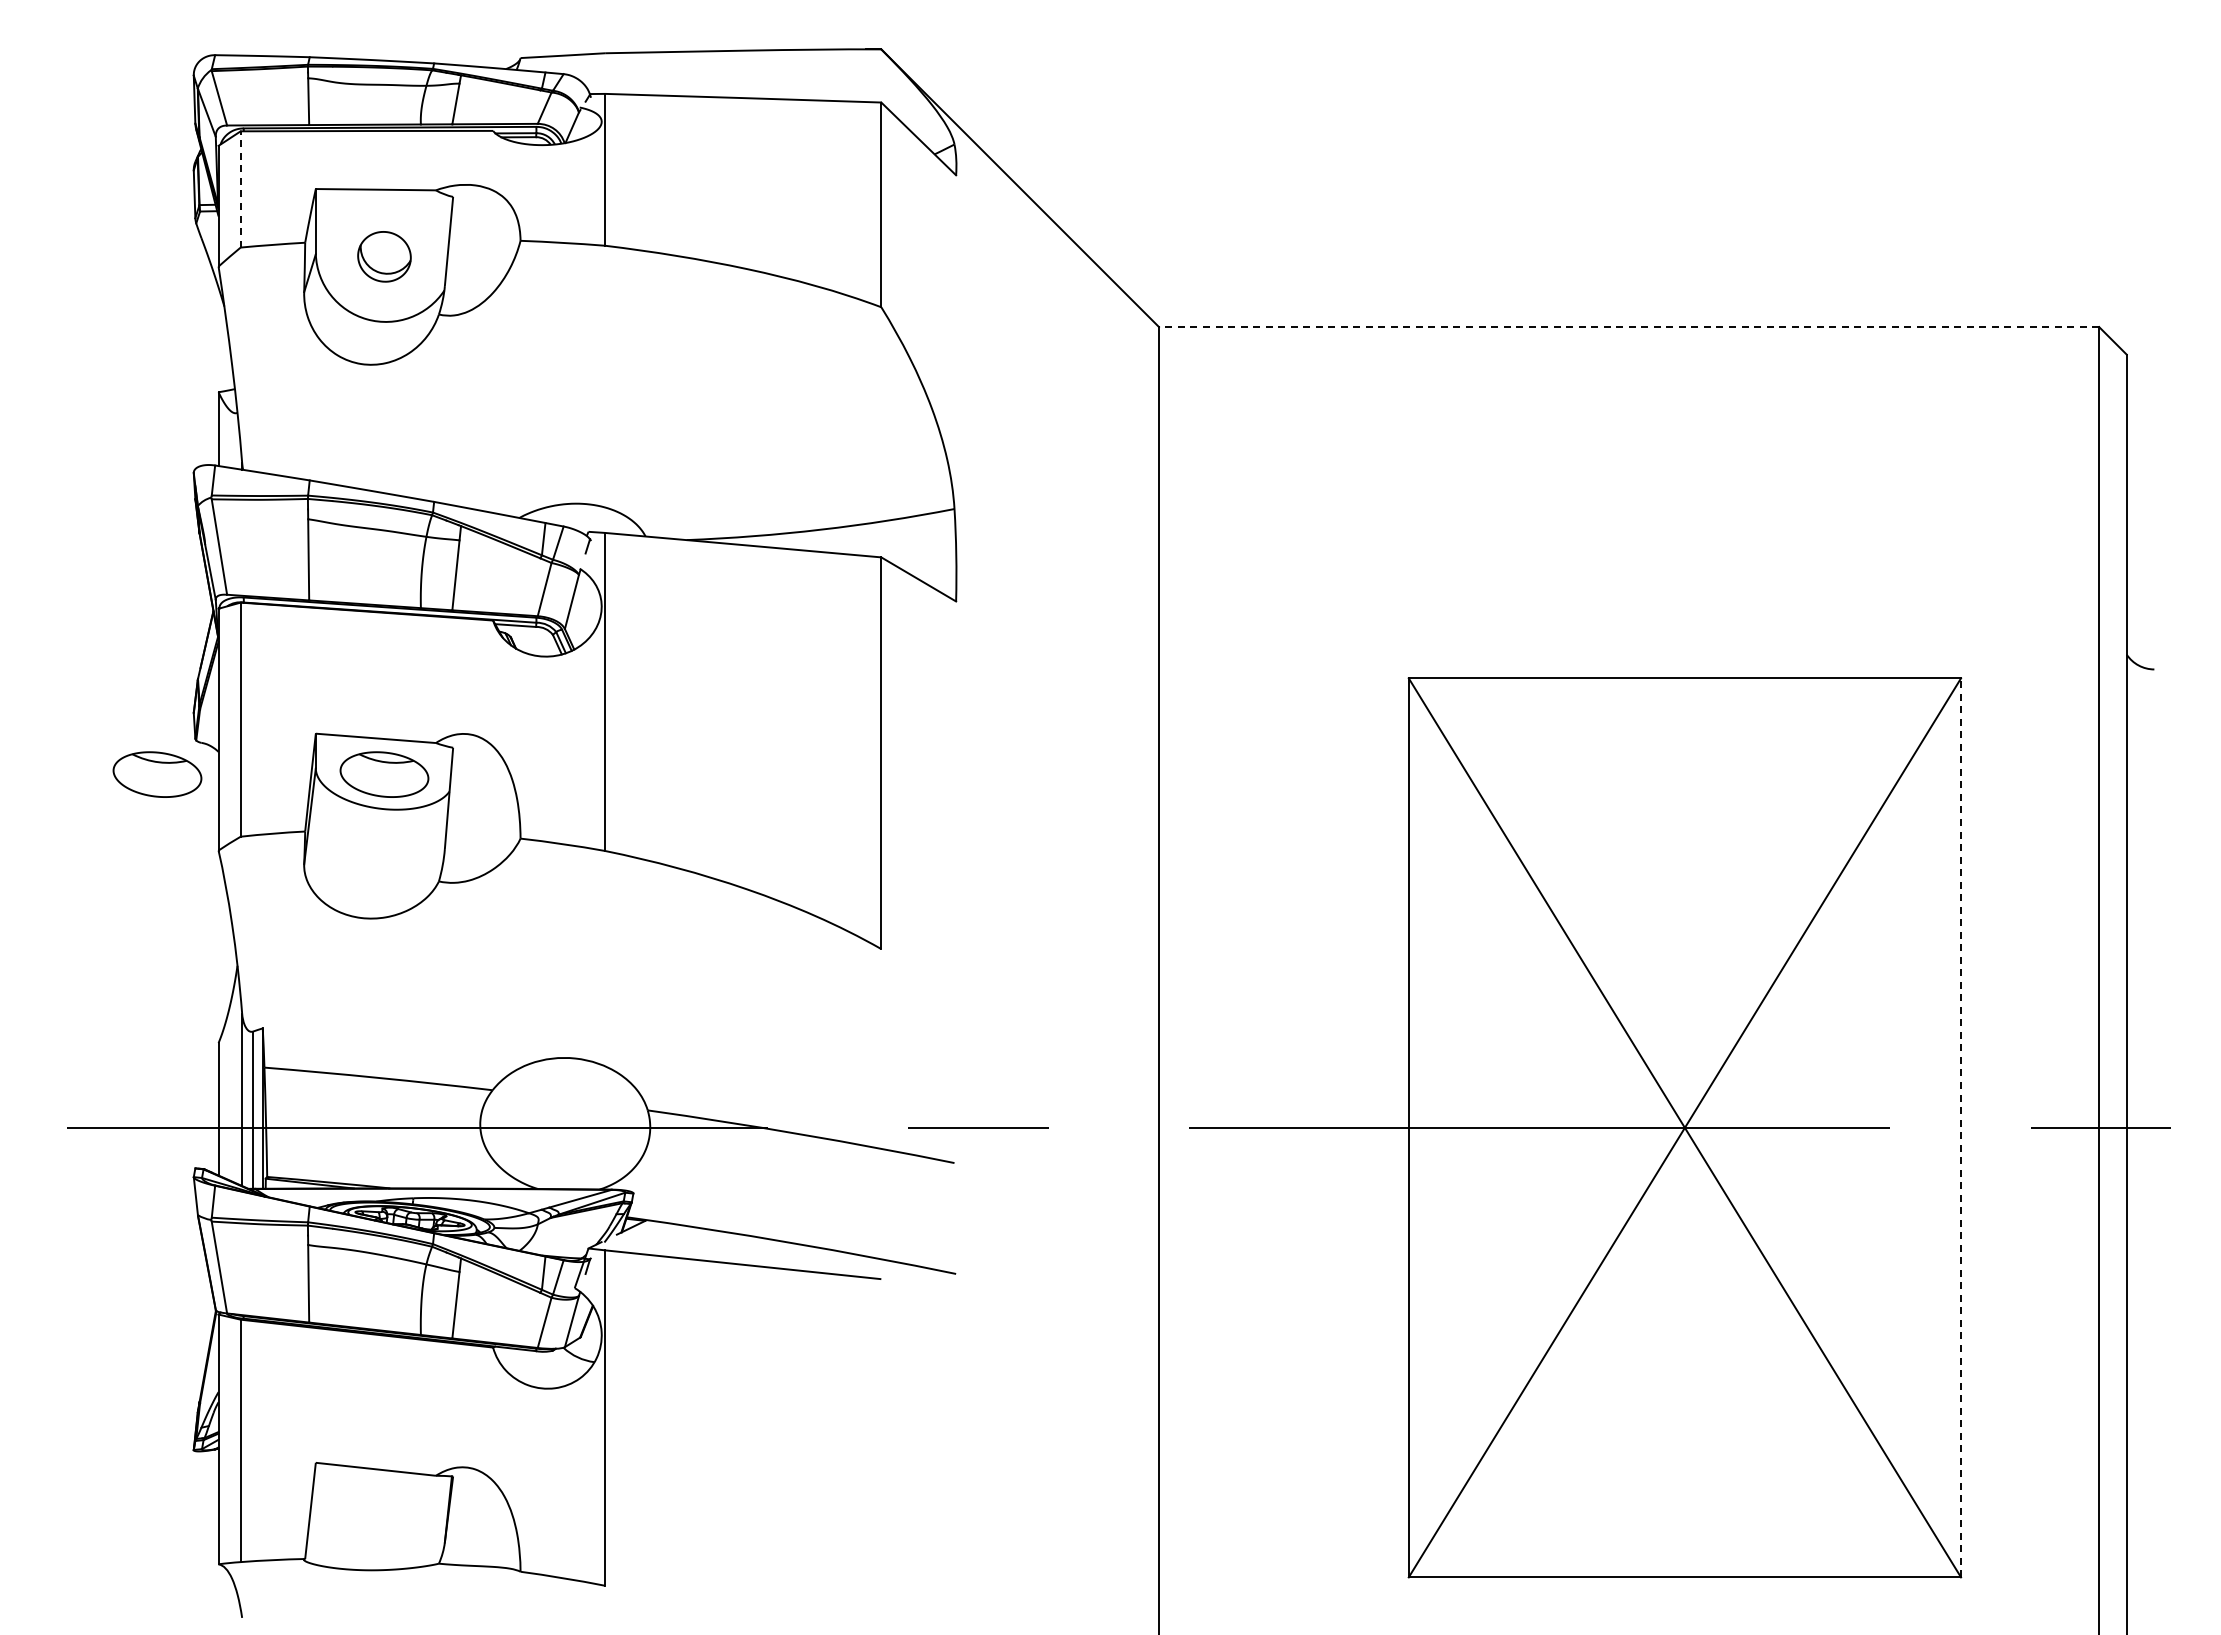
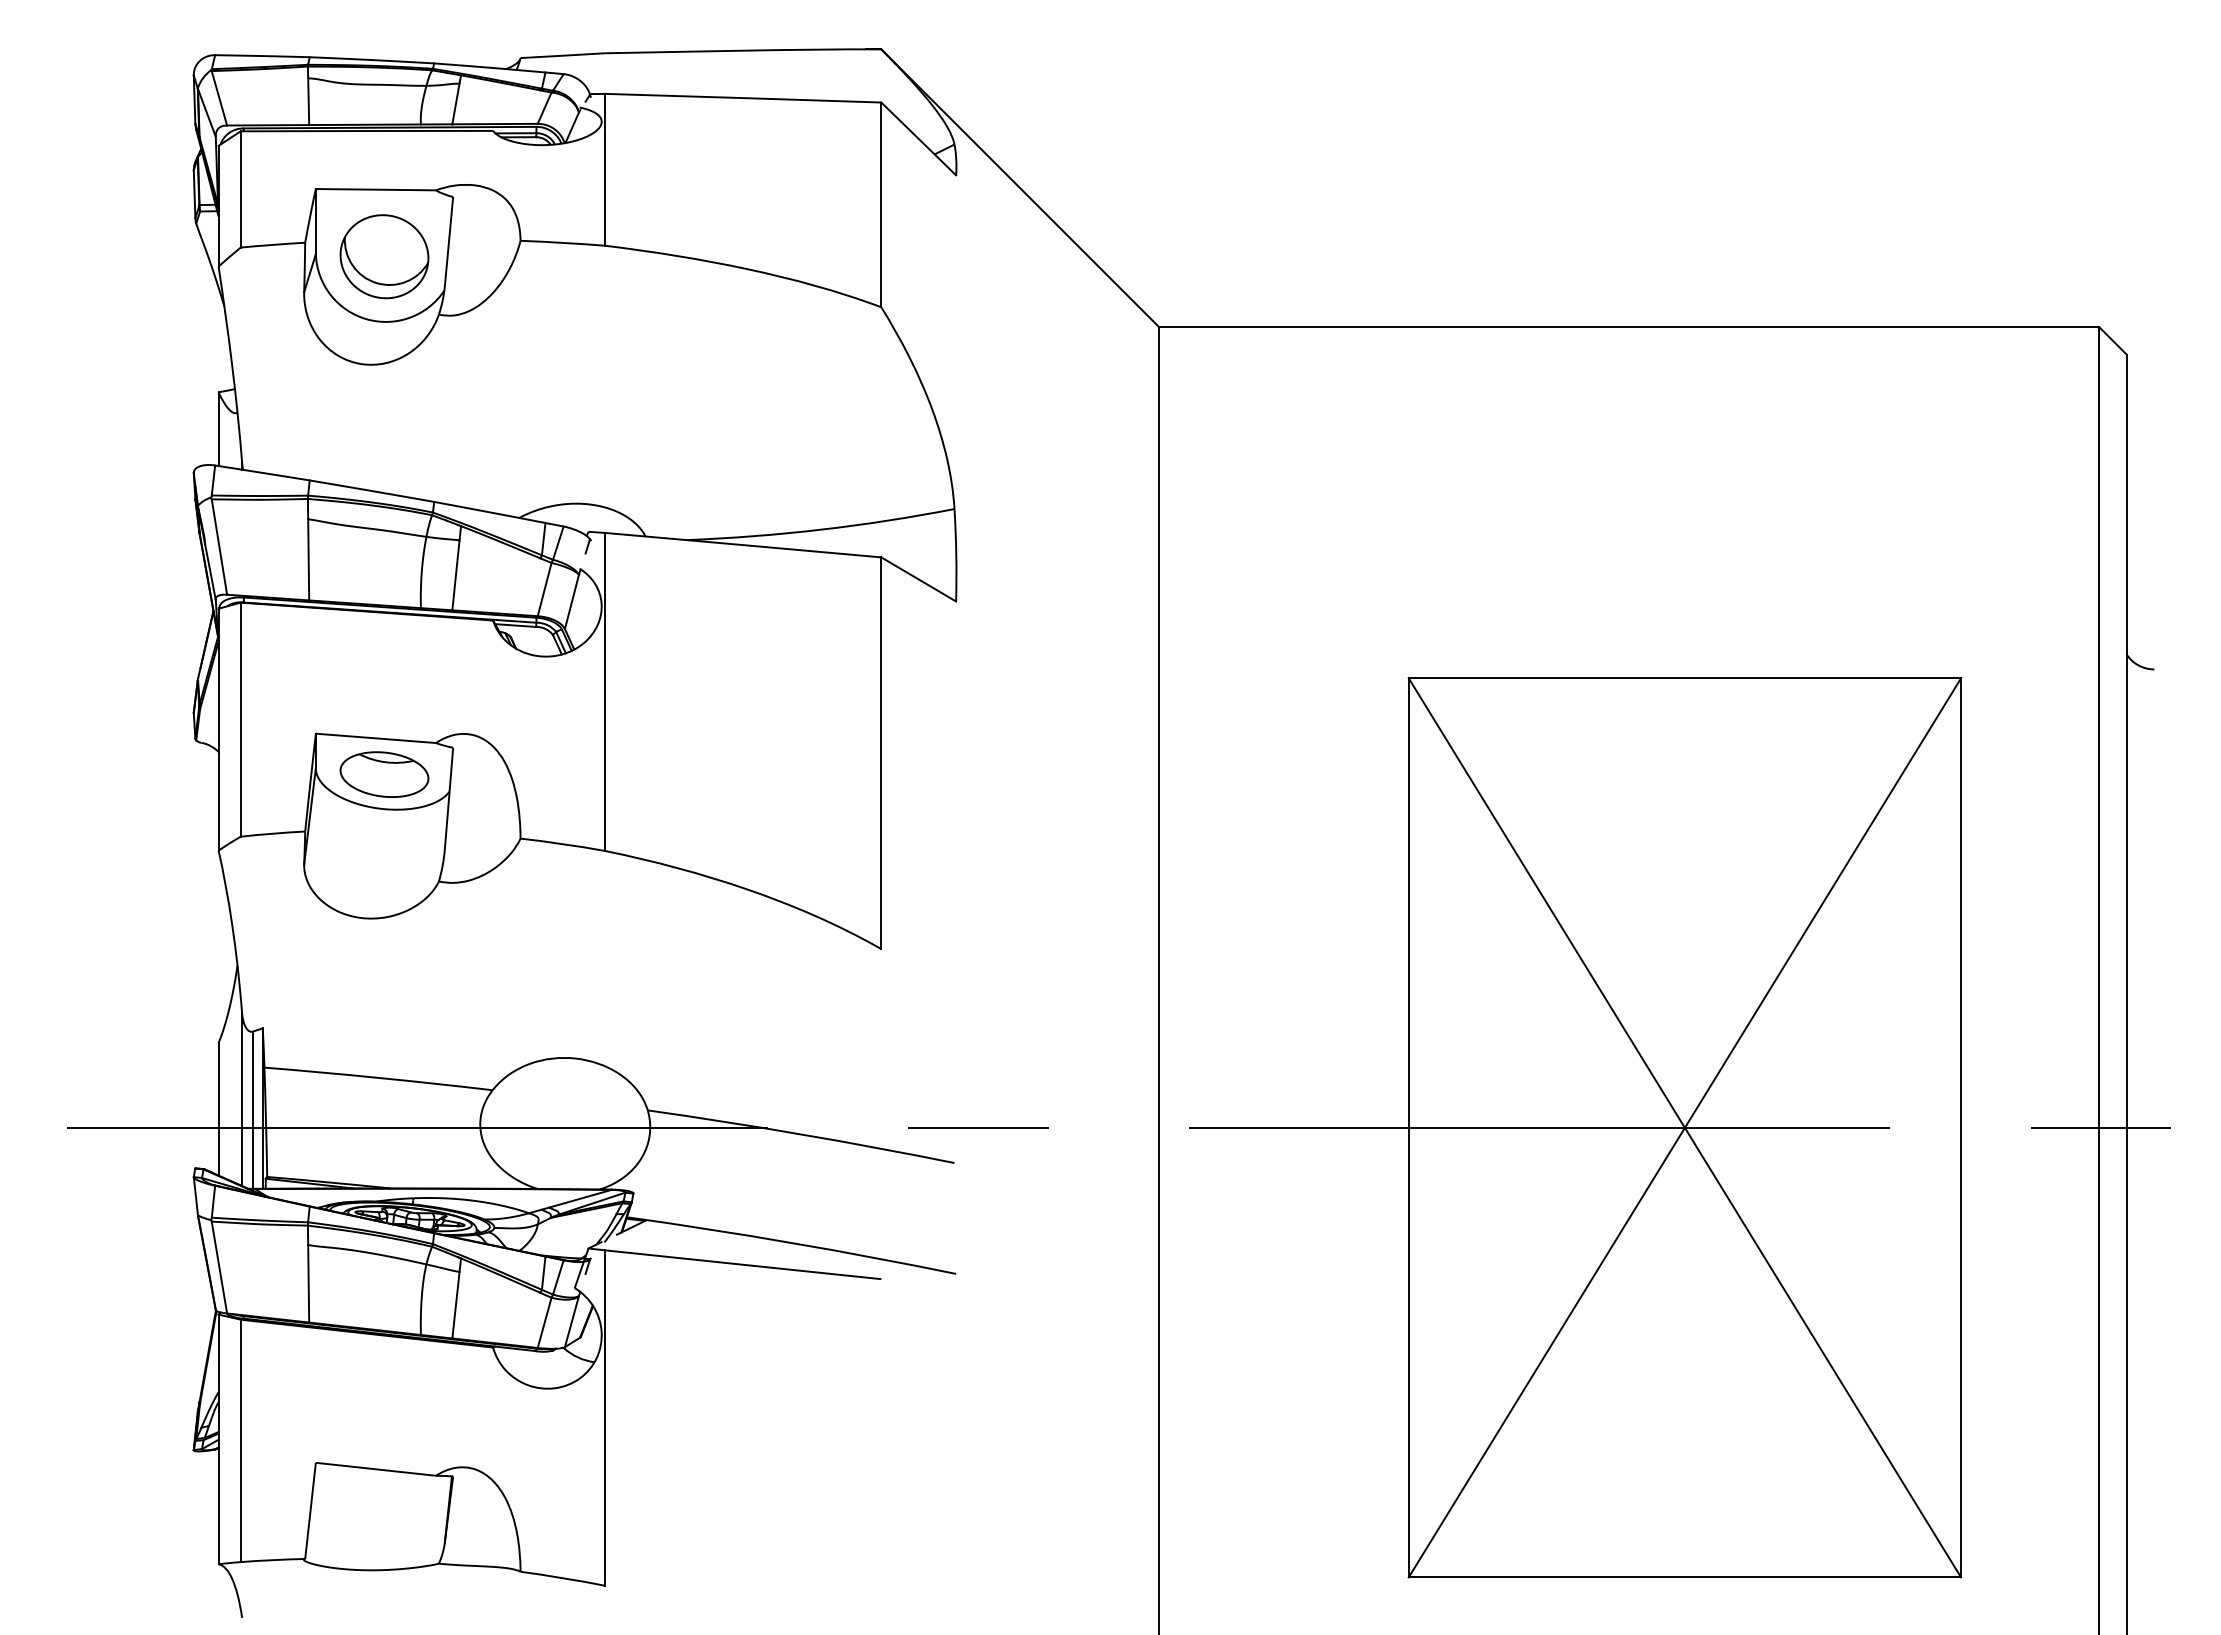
line at (240, 188): dashed -> solid
part at (384, 256) size: 55x52 px -> 91x86 px
line at (1628, 327): dashed -> solid
part at (157, 774): present -> none
line at (1961, 1127): dashed -> solid
